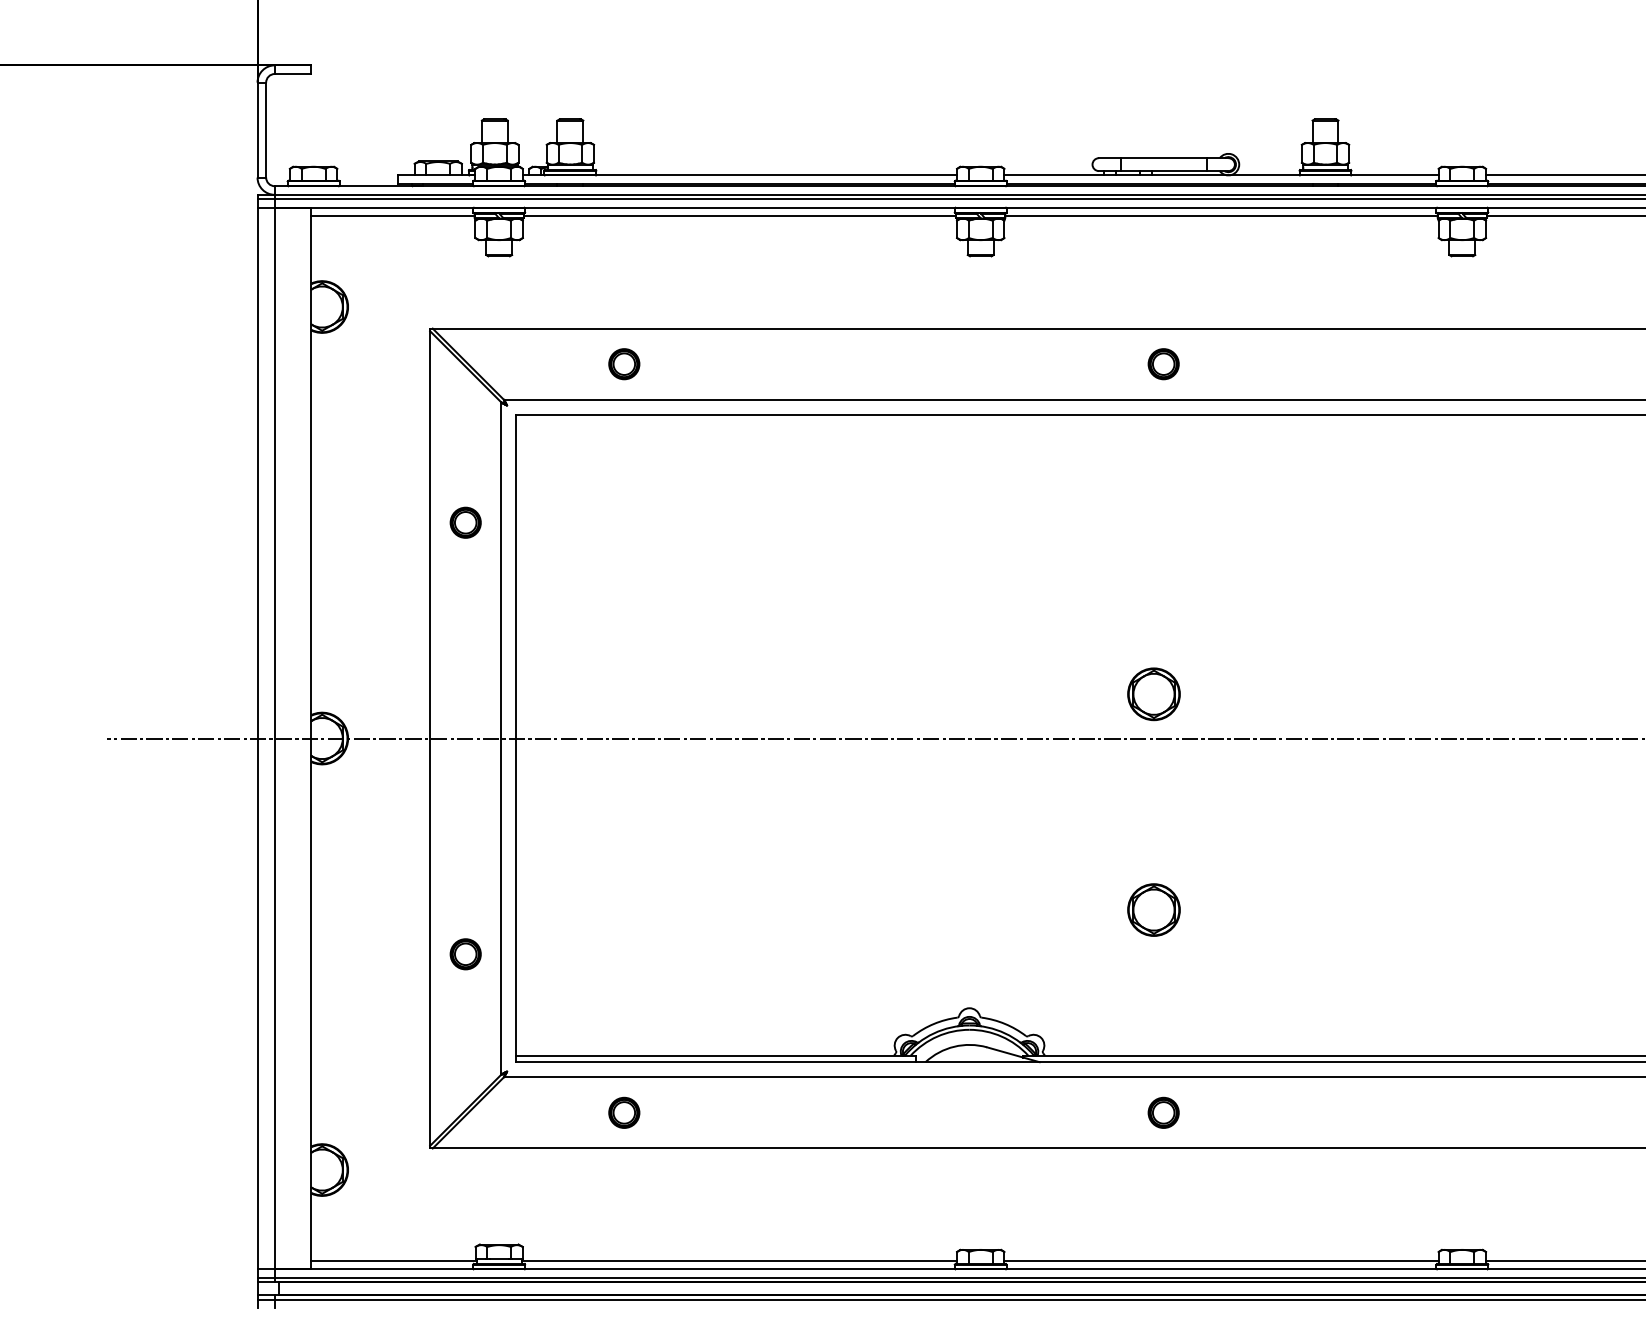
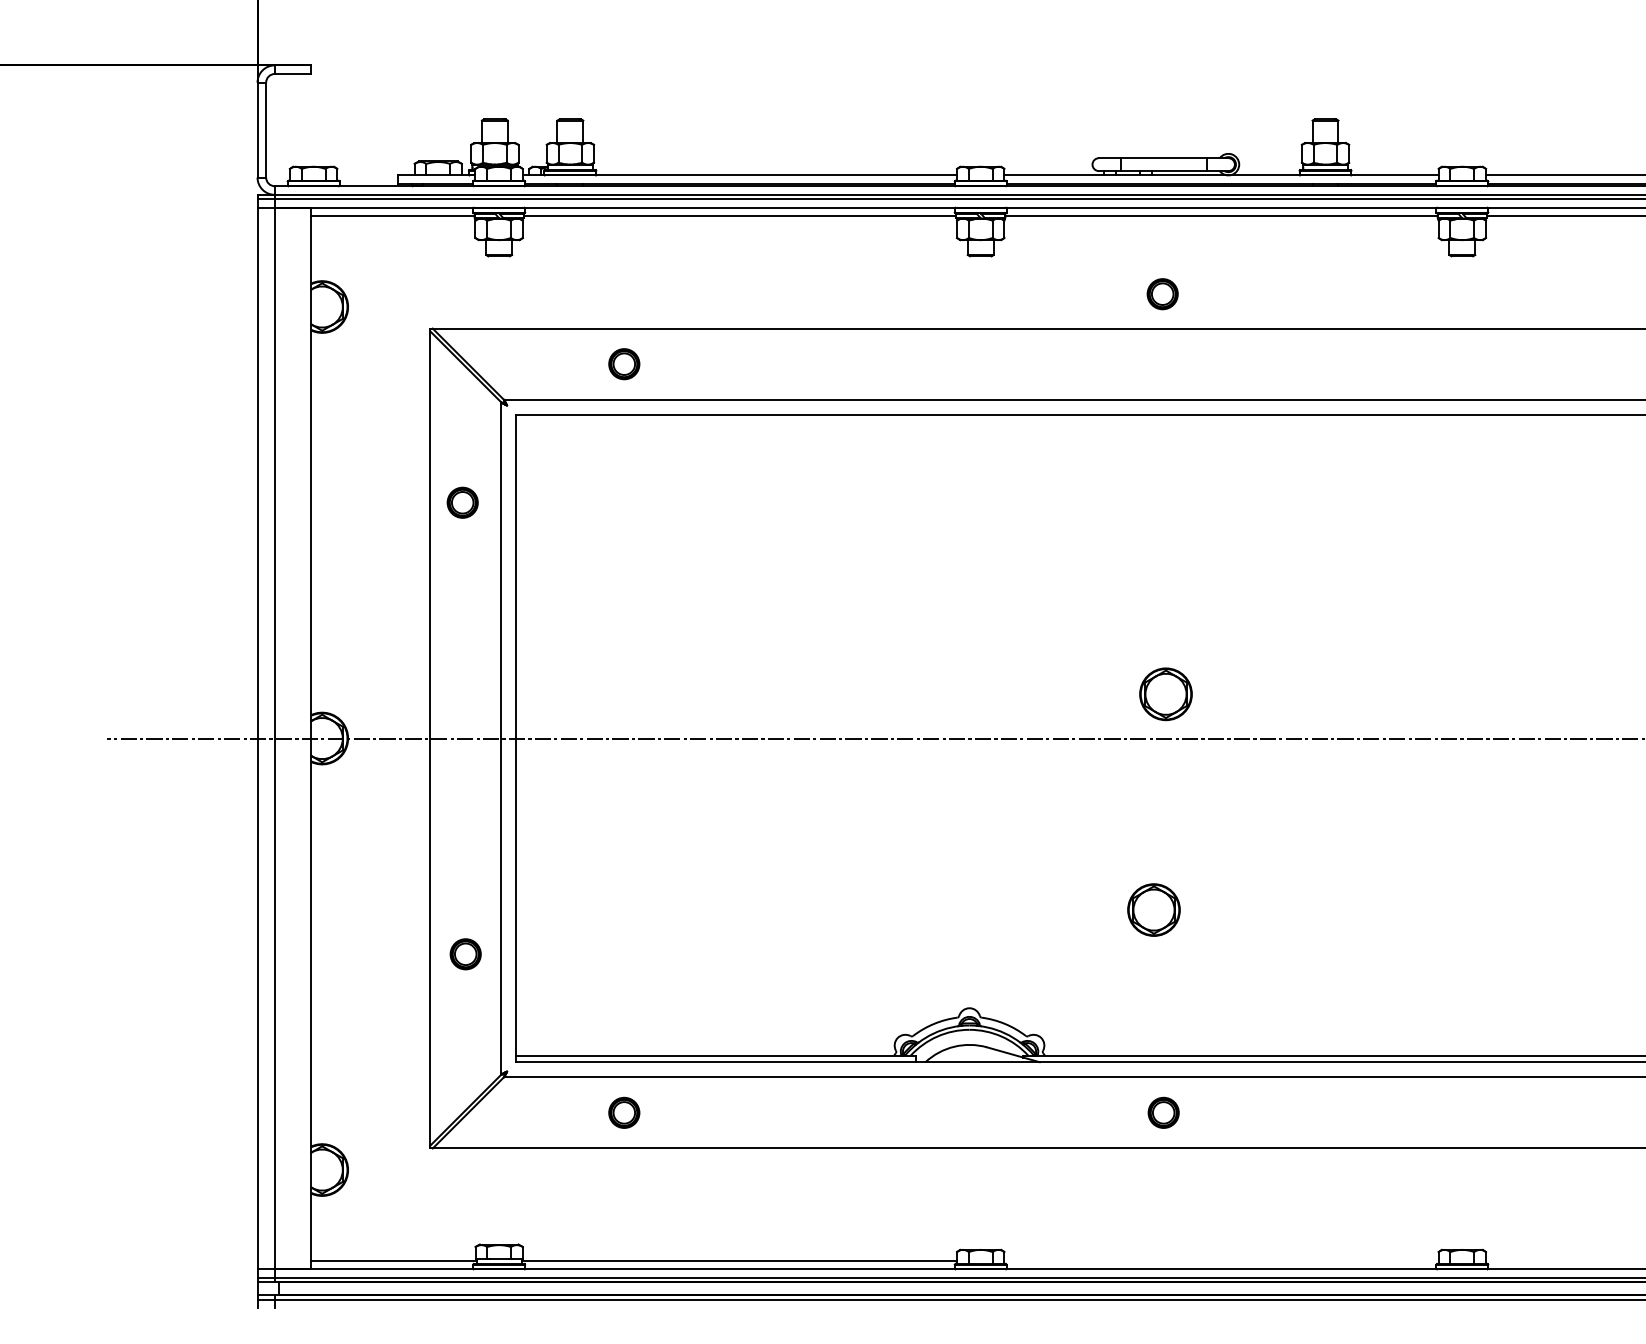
part at (1163, 364) position: (1163, 364) -> (1162, 294)
part at (465, 522) position: (465, 522) -> (462, 502)
part at (1153, 694) position: (1153, 694) -> (1165, 694)
line at (1221, 1260): present -> none
line at (1564, 1260): present -> none
